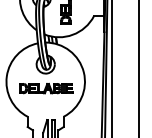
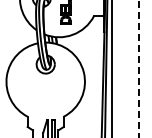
line at (139, 69): solid -> dashed
part at (46, 88): present -> none
